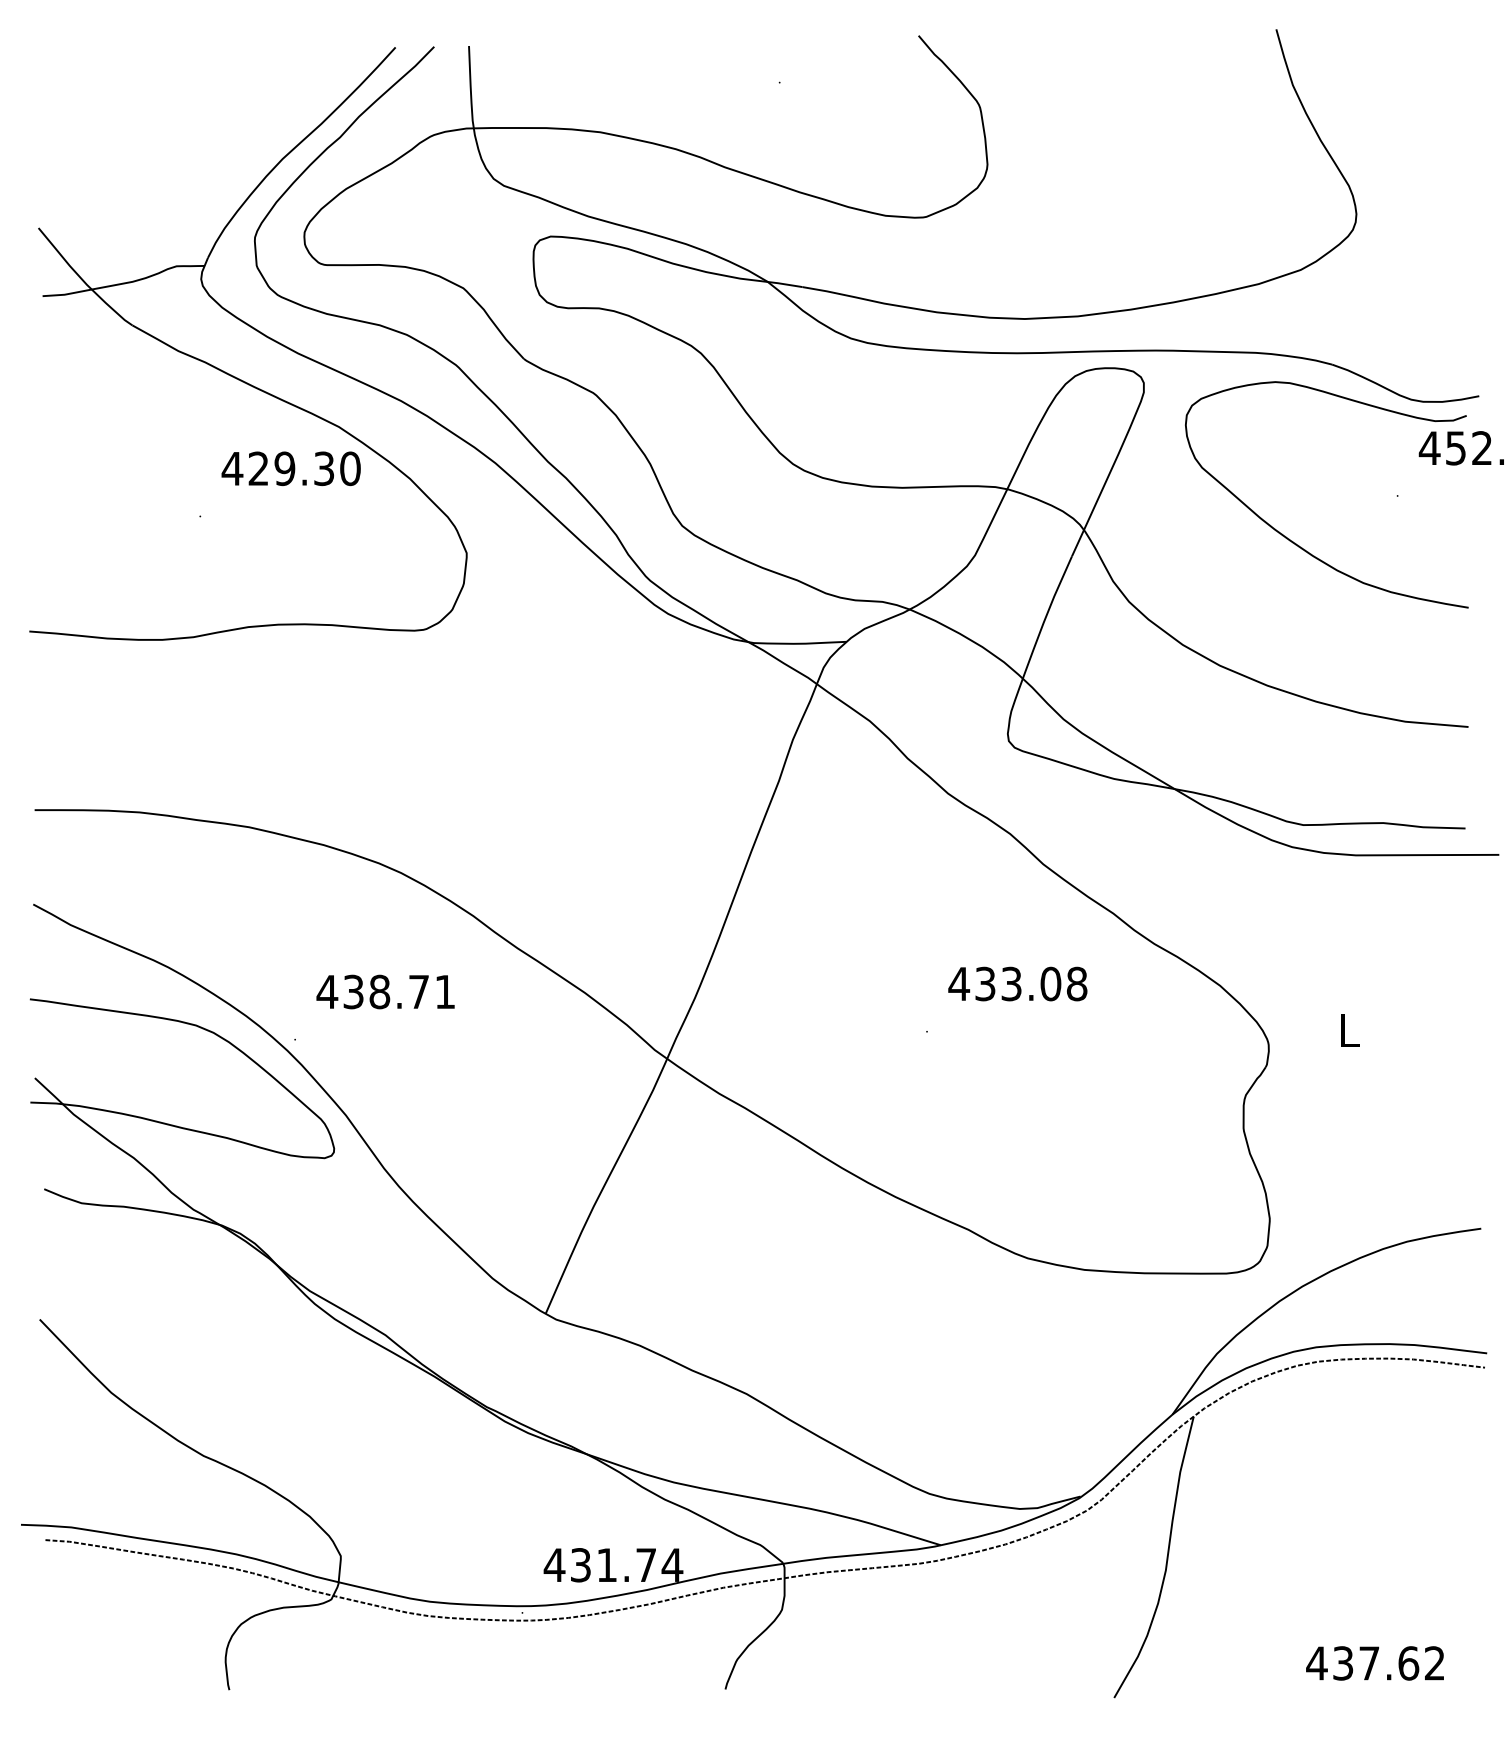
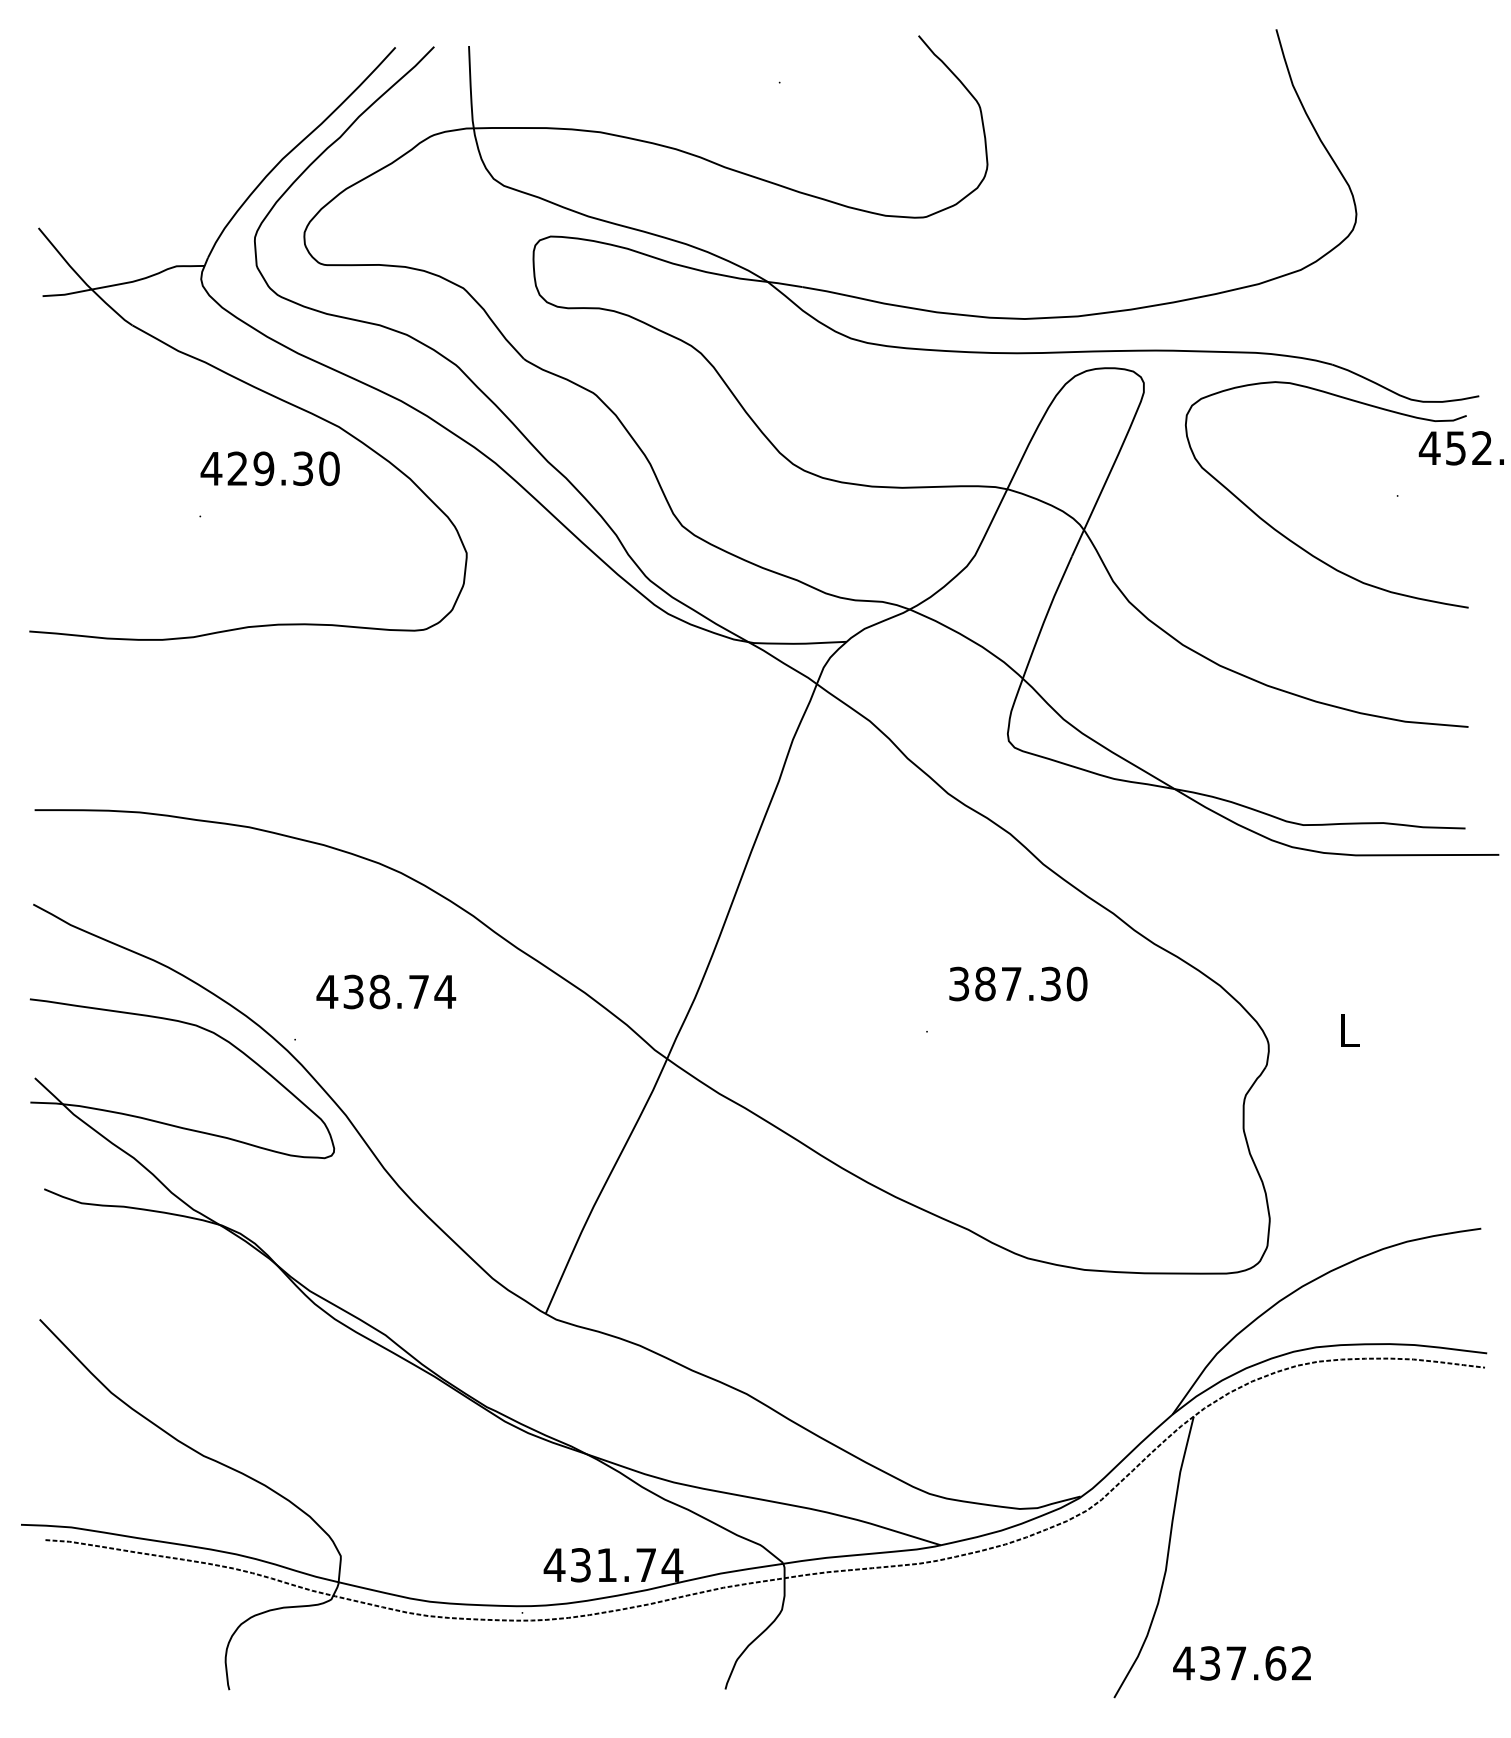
text at (290, 468) position: (290, 468) -> (269, 468)
text at (1017, 983): 433.08 -> 387.30
text at (445, 991): 438.71 -> 438.74
text at (1374, 1663) position: (1374, 1663) -> (1241, 1663)
